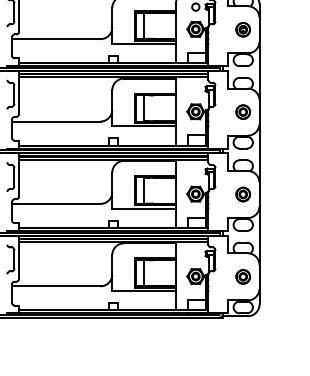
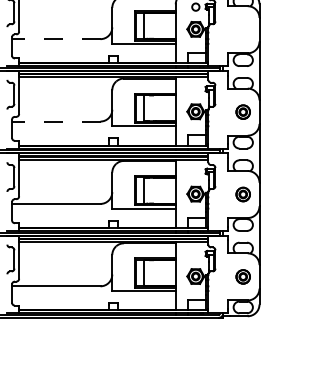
part at (242, 29): present -> none
line at (55, 39): solid -> dashed
line at (55, 121): solid -> dashed
